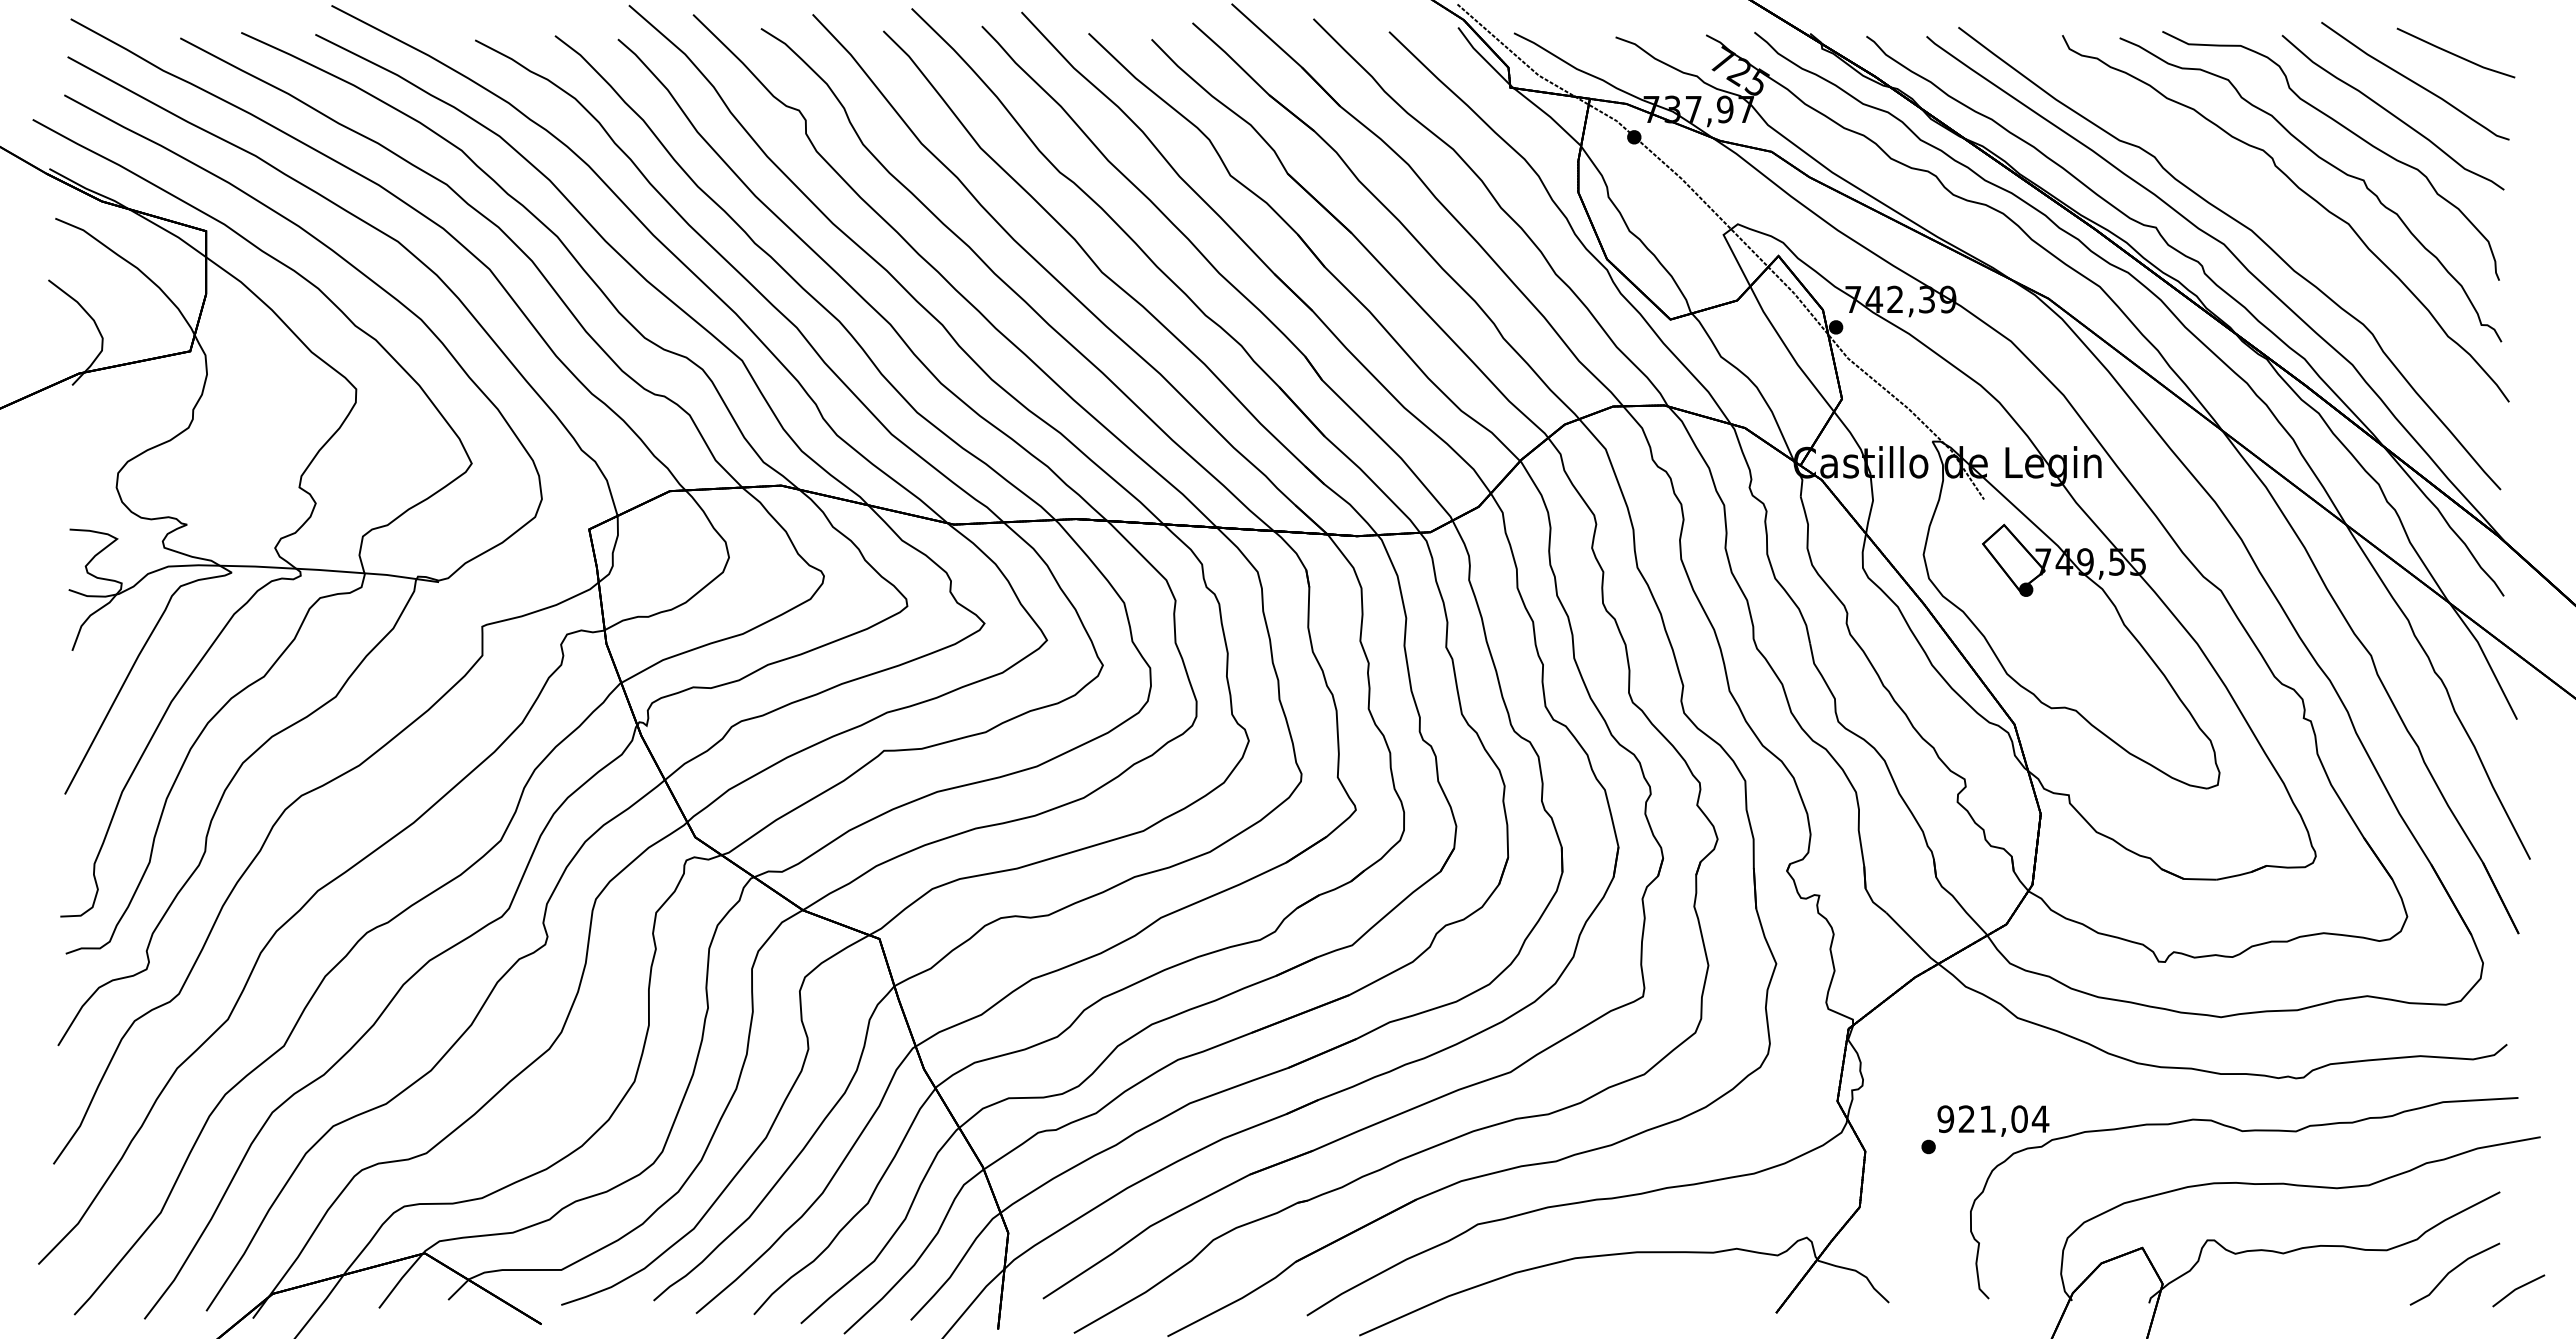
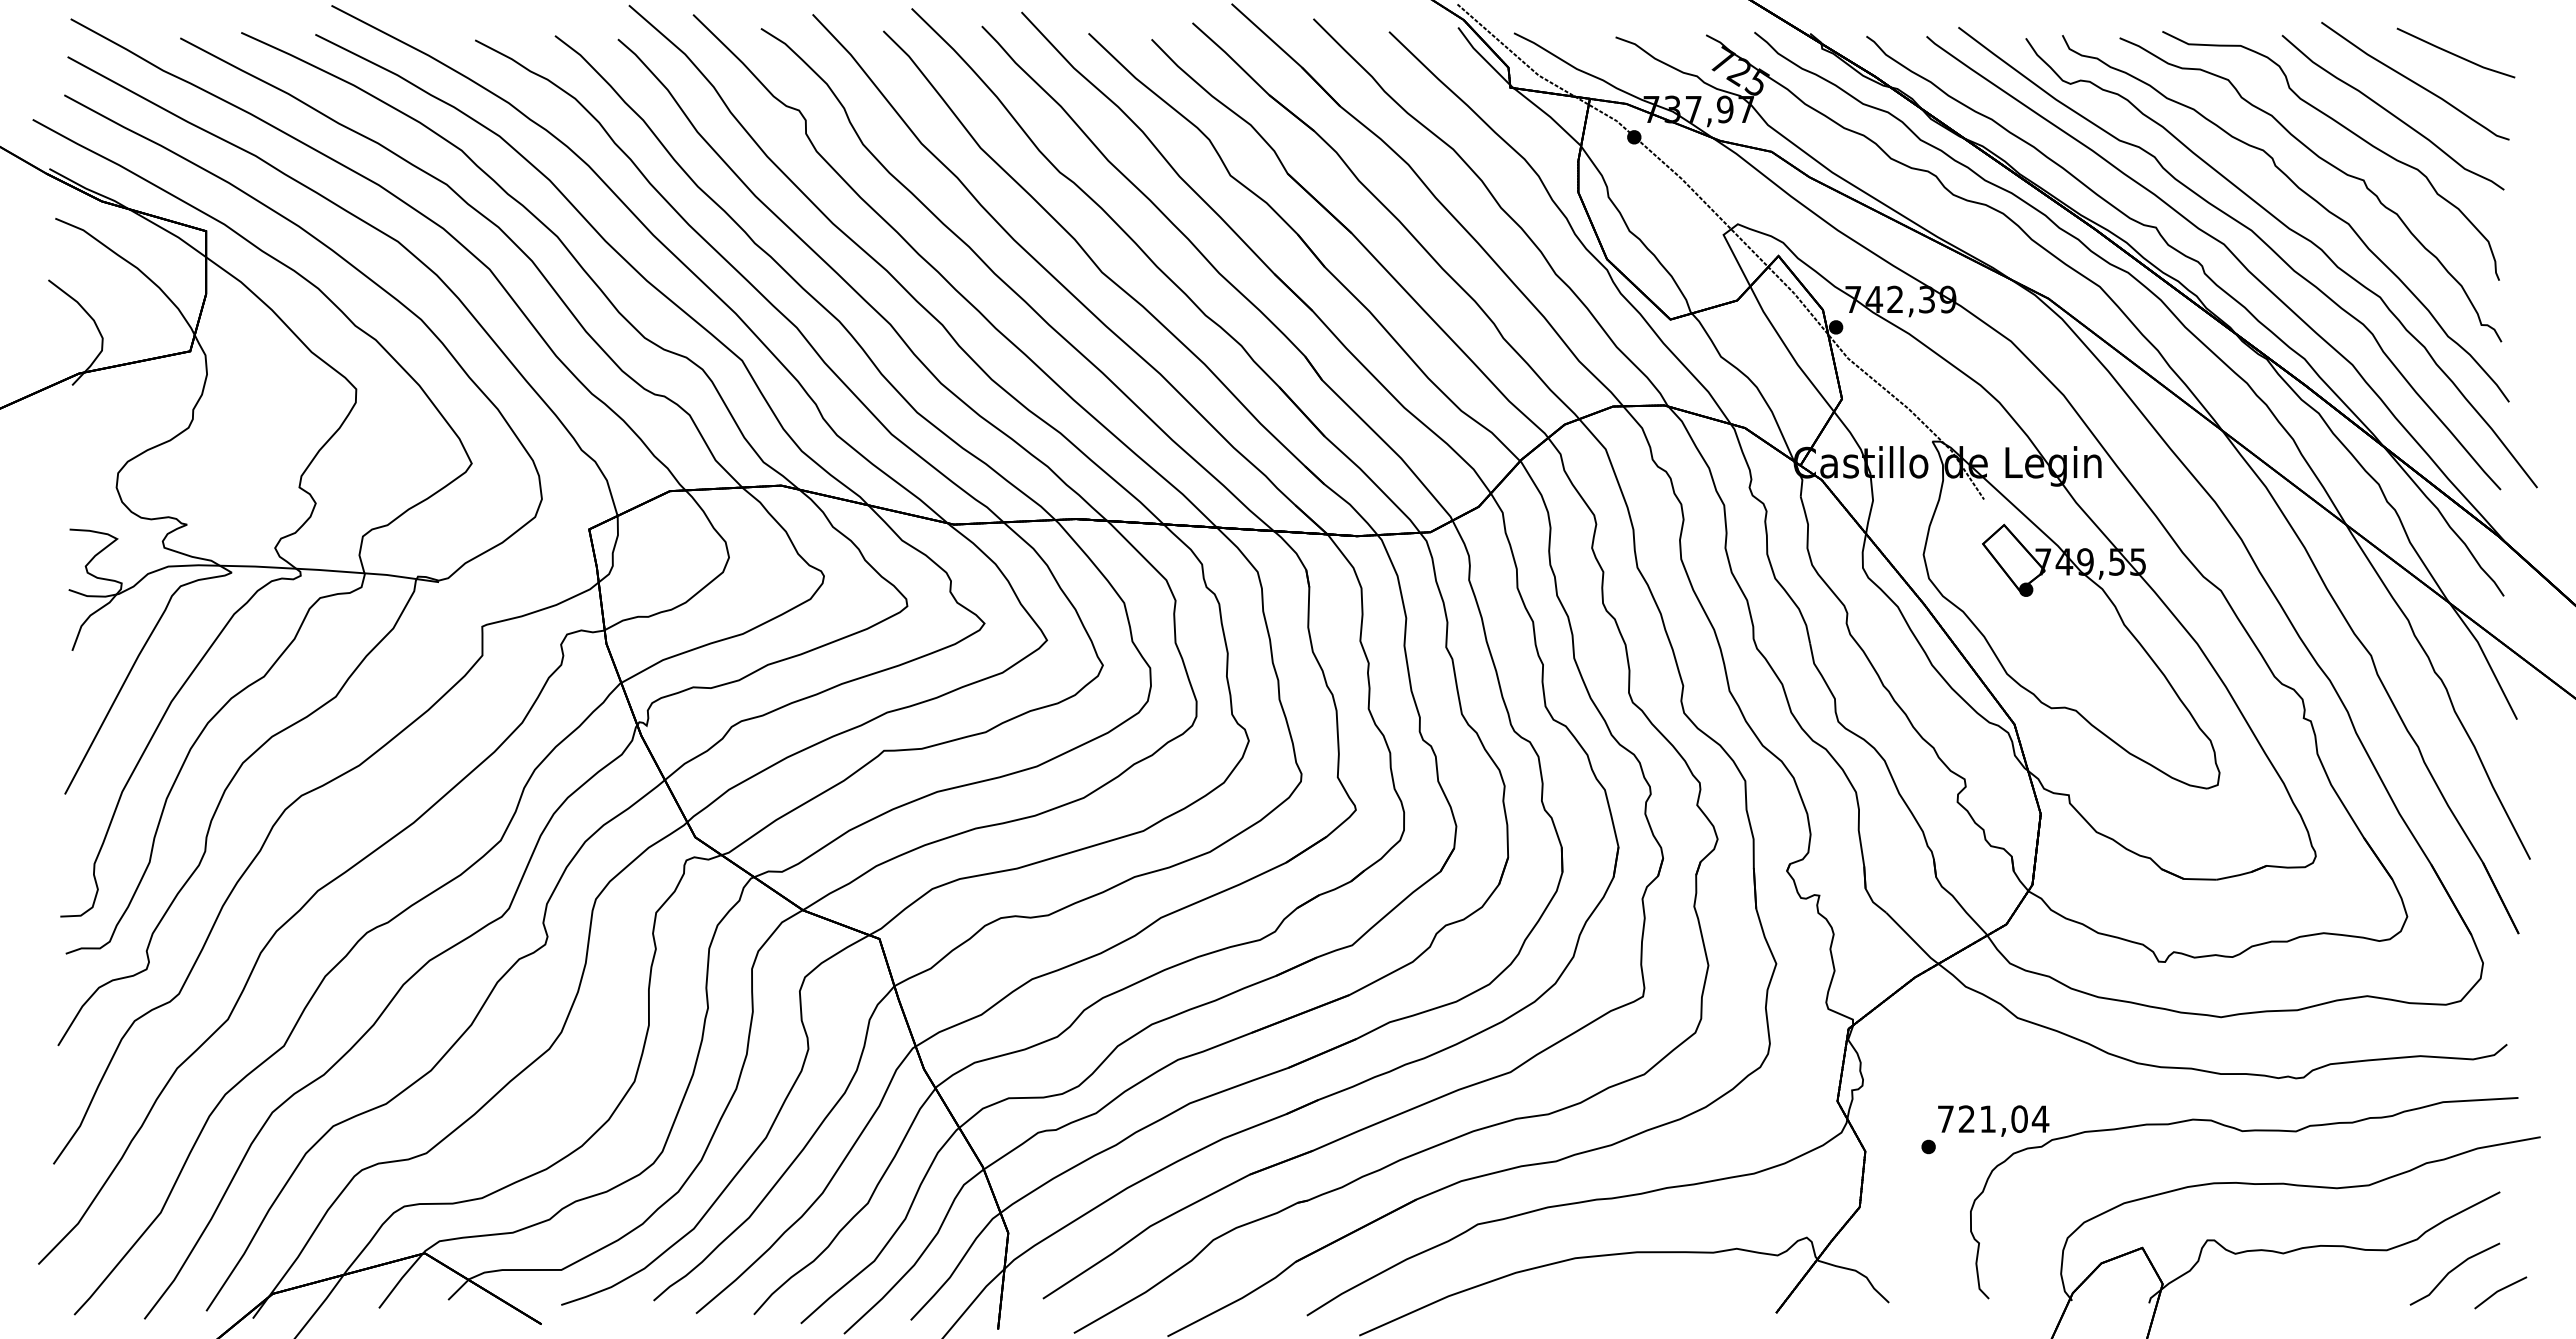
curve at (2298, 235): none -> present
text at (1945, 1119): 921,04 -> 721,04
line at (2518, 1289) position: (2518, 1289) -> (2500, 1291)
